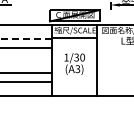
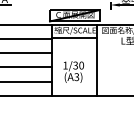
line at (26, 38): dashed -> solid
line at (26, 47) position: (26, 47) -> (26, 52)
text at (74, 63) position: (74, 63) -> (73, 71)
line at (26, 73) position: (26, 73) -> (26, 67)
